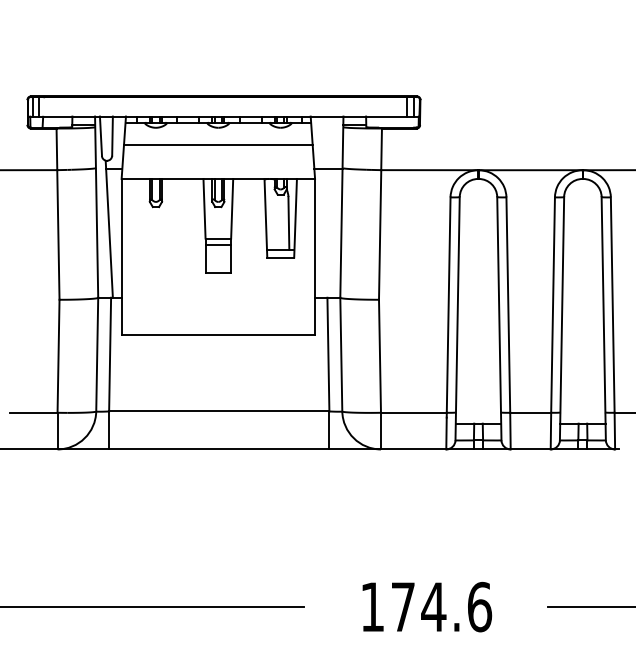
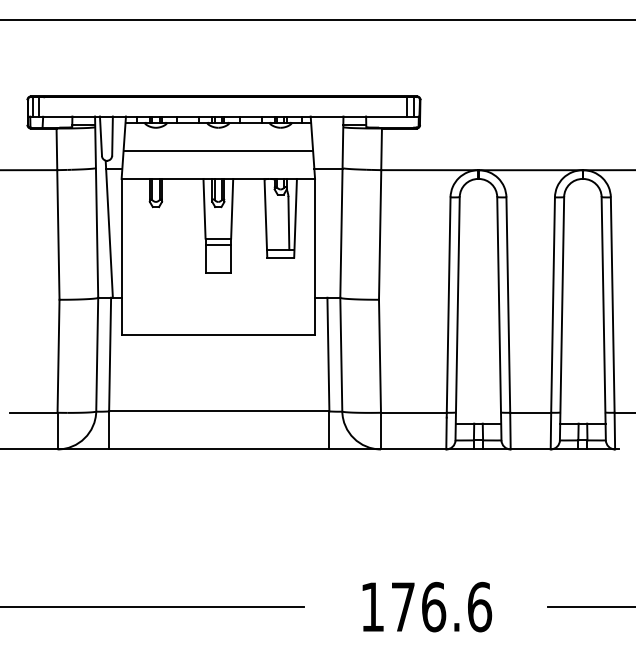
line at (317, 19): none -> present
line at (218, 144) position: (218, 144) -> (218, 150)
text at (433, 606): 174.6 -> 176.6
